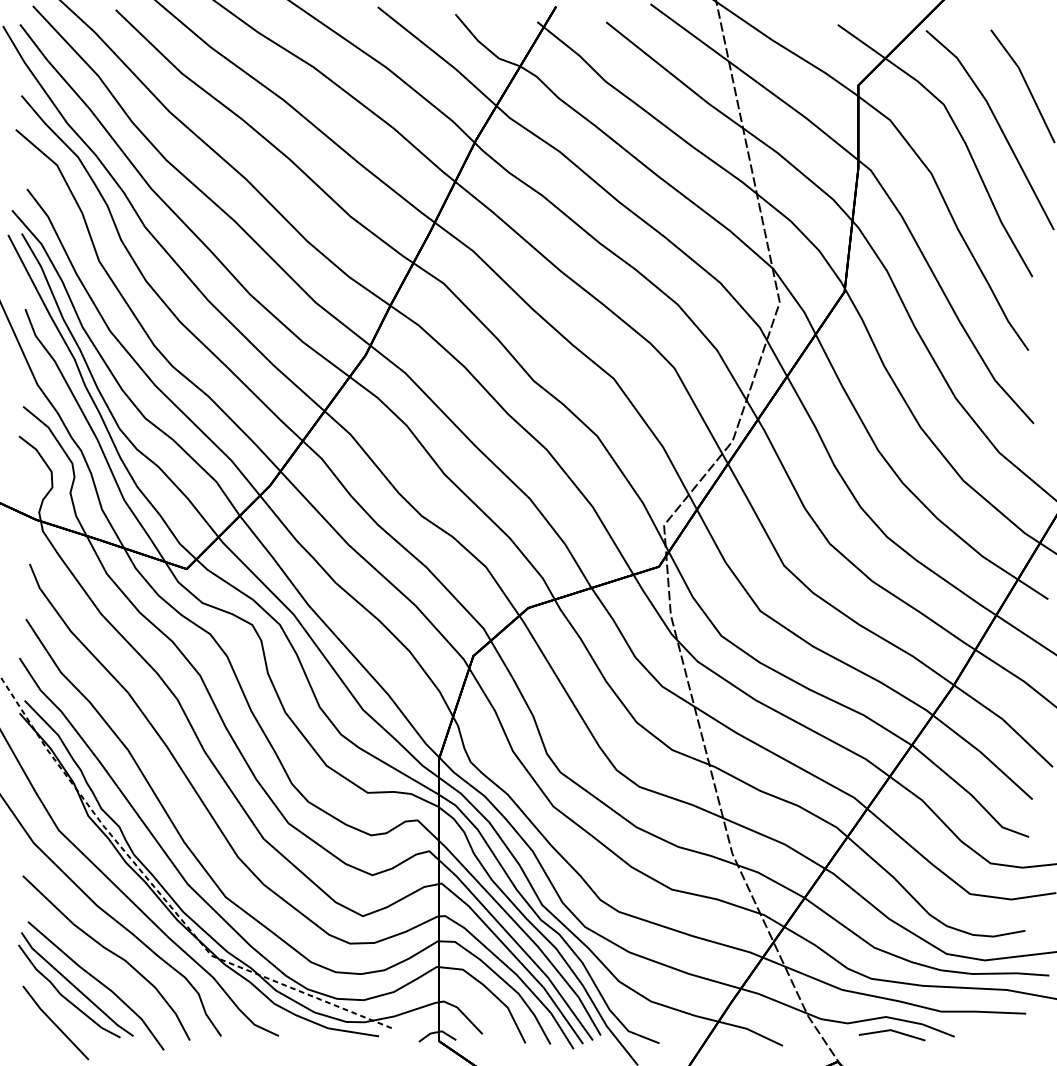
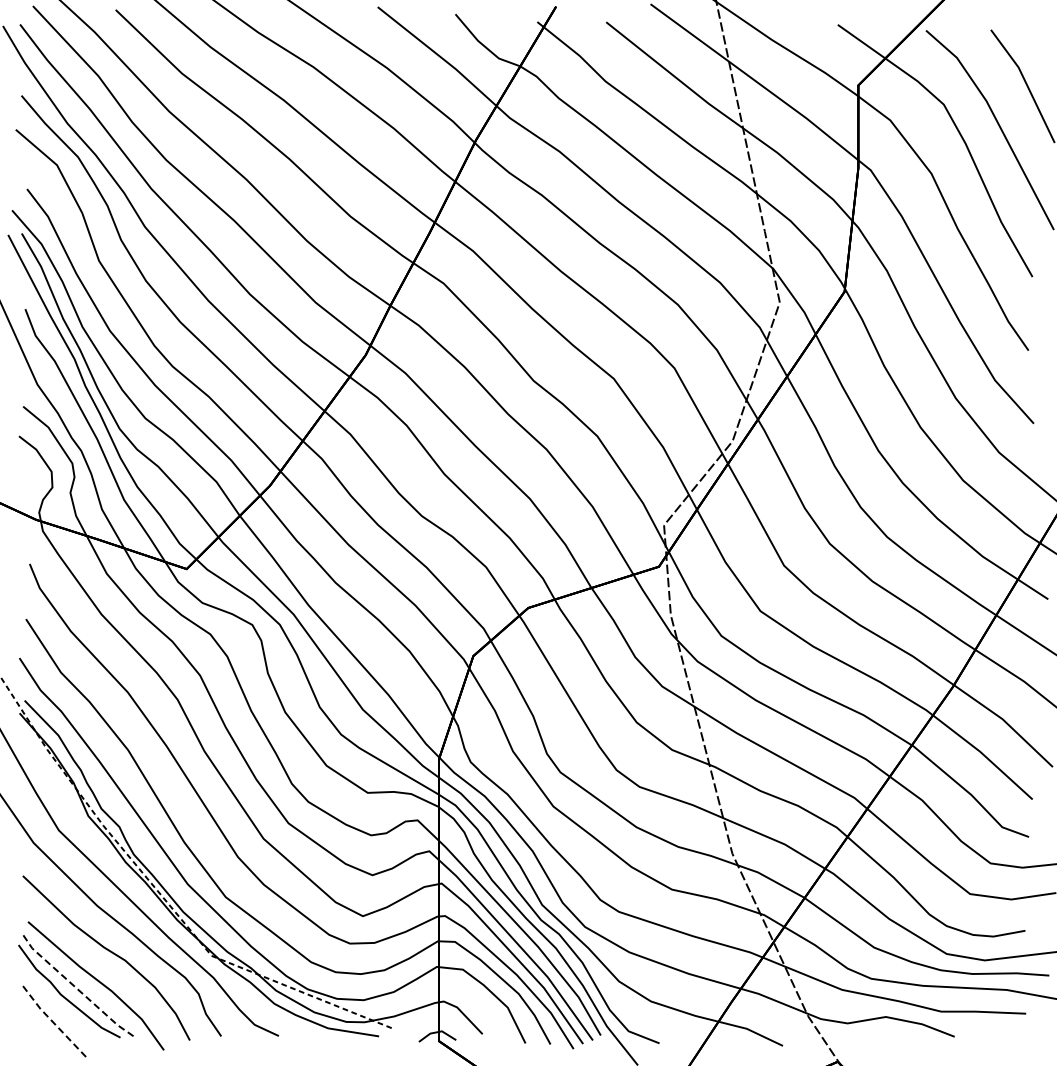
line at (74, 986): solid -> dashed
line at (54, 1024): solid -> dashed
line at (891, 1031): present -> none
